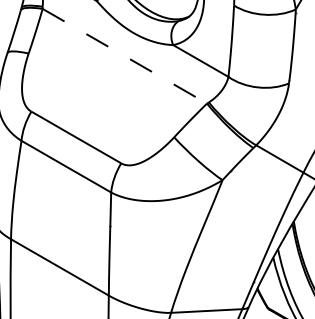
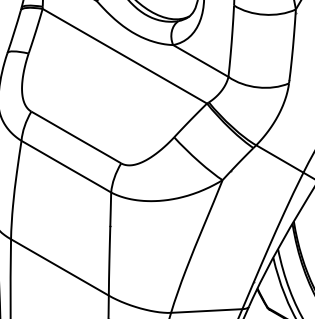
line at (124, 56): dashed -> solid
